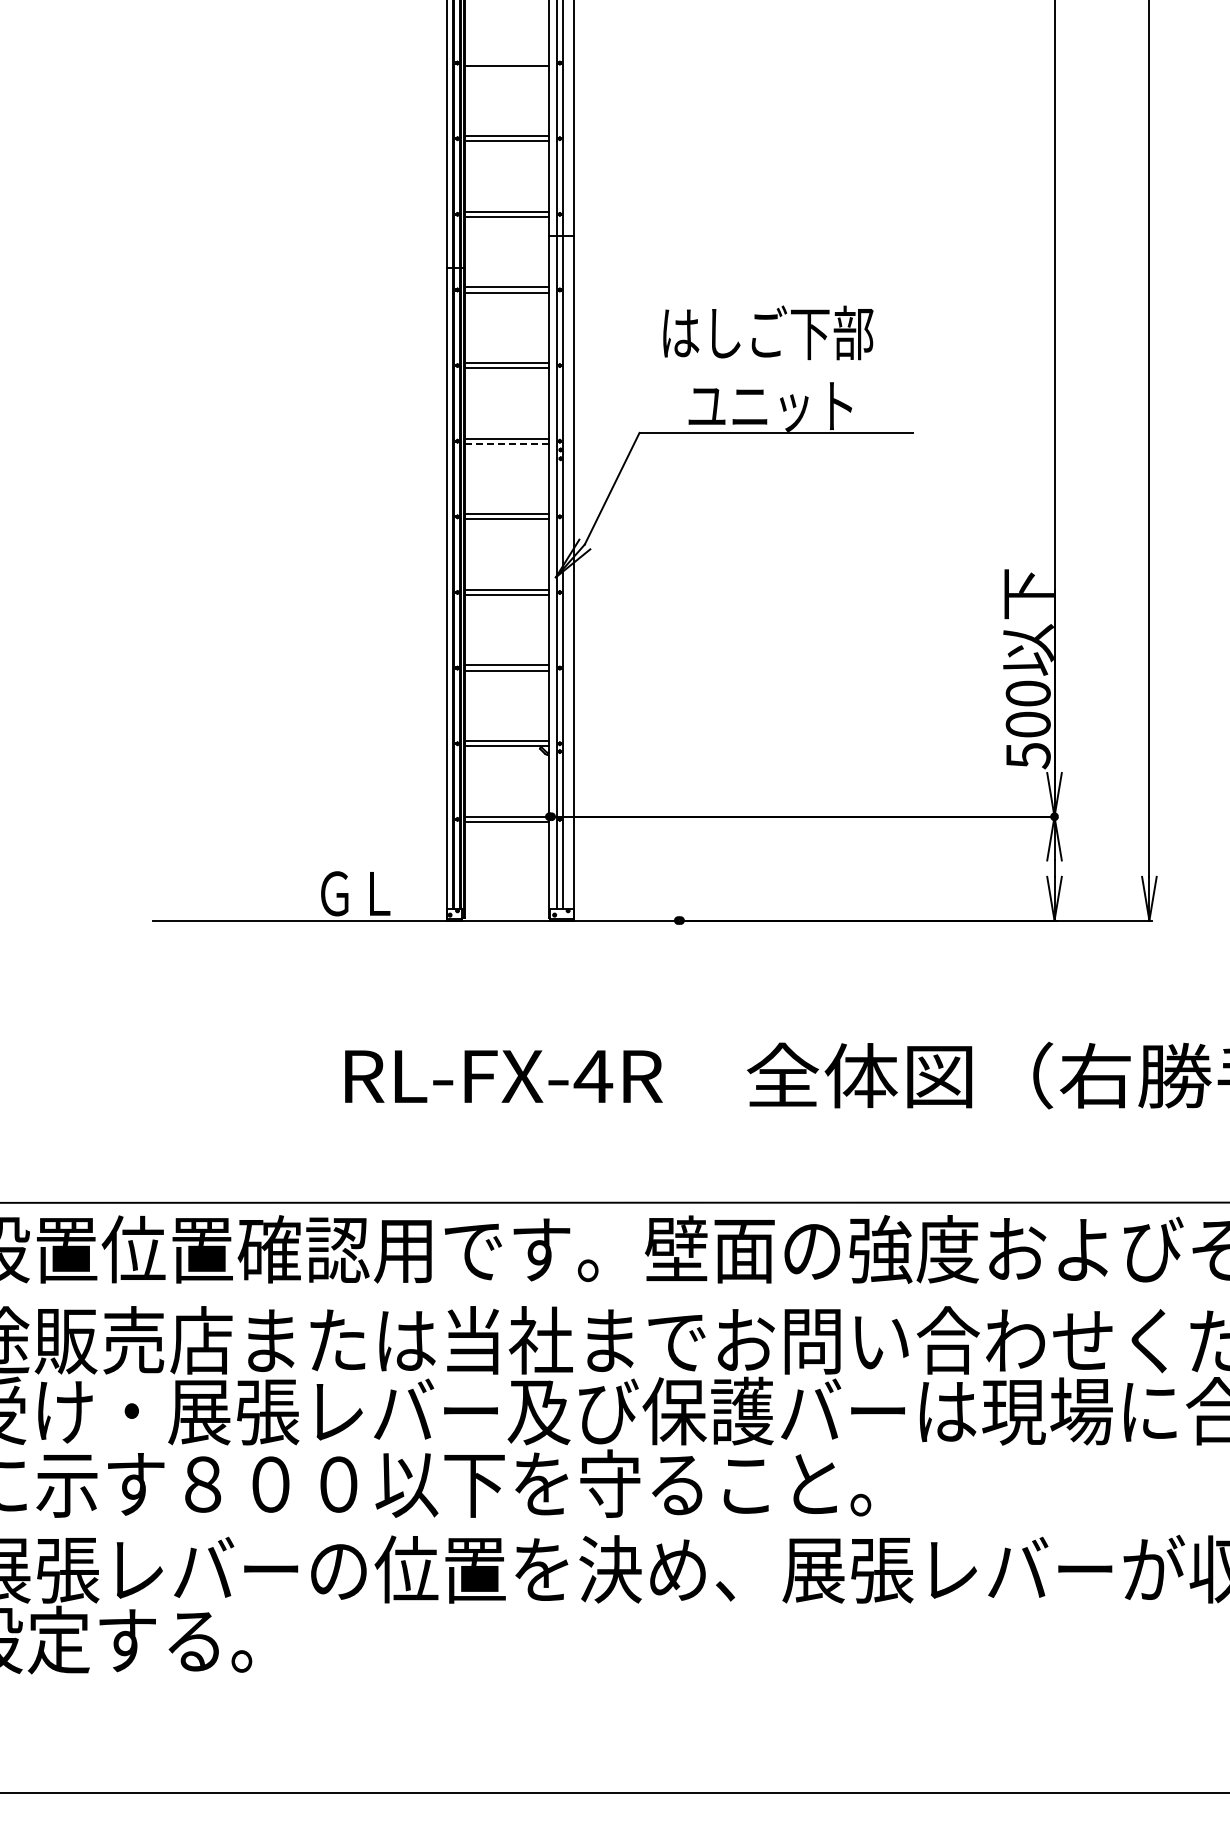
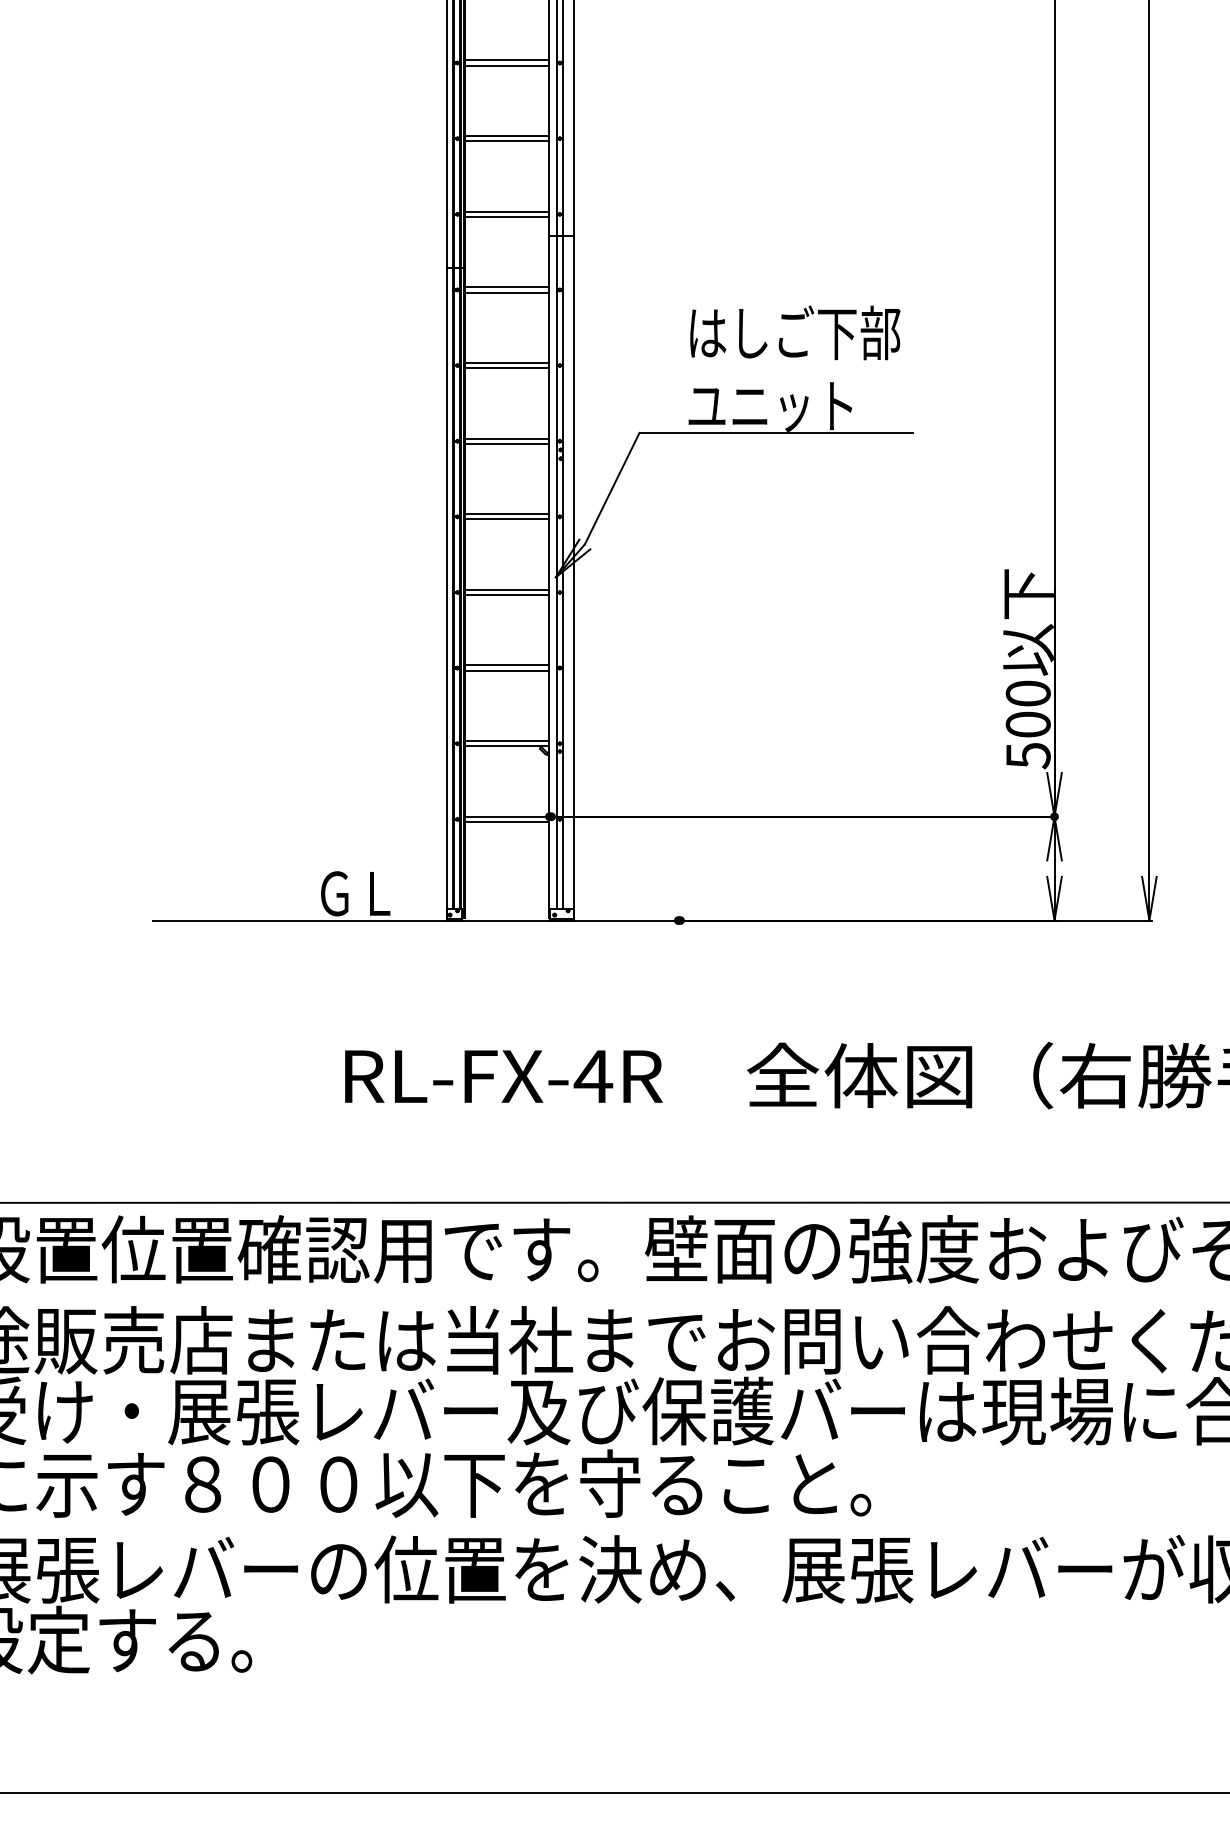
line at (506, 60): none -> present
text at (768, 332) position: (768, 332) -> (795, 332)
line at (507, 443): dashed -> solid
